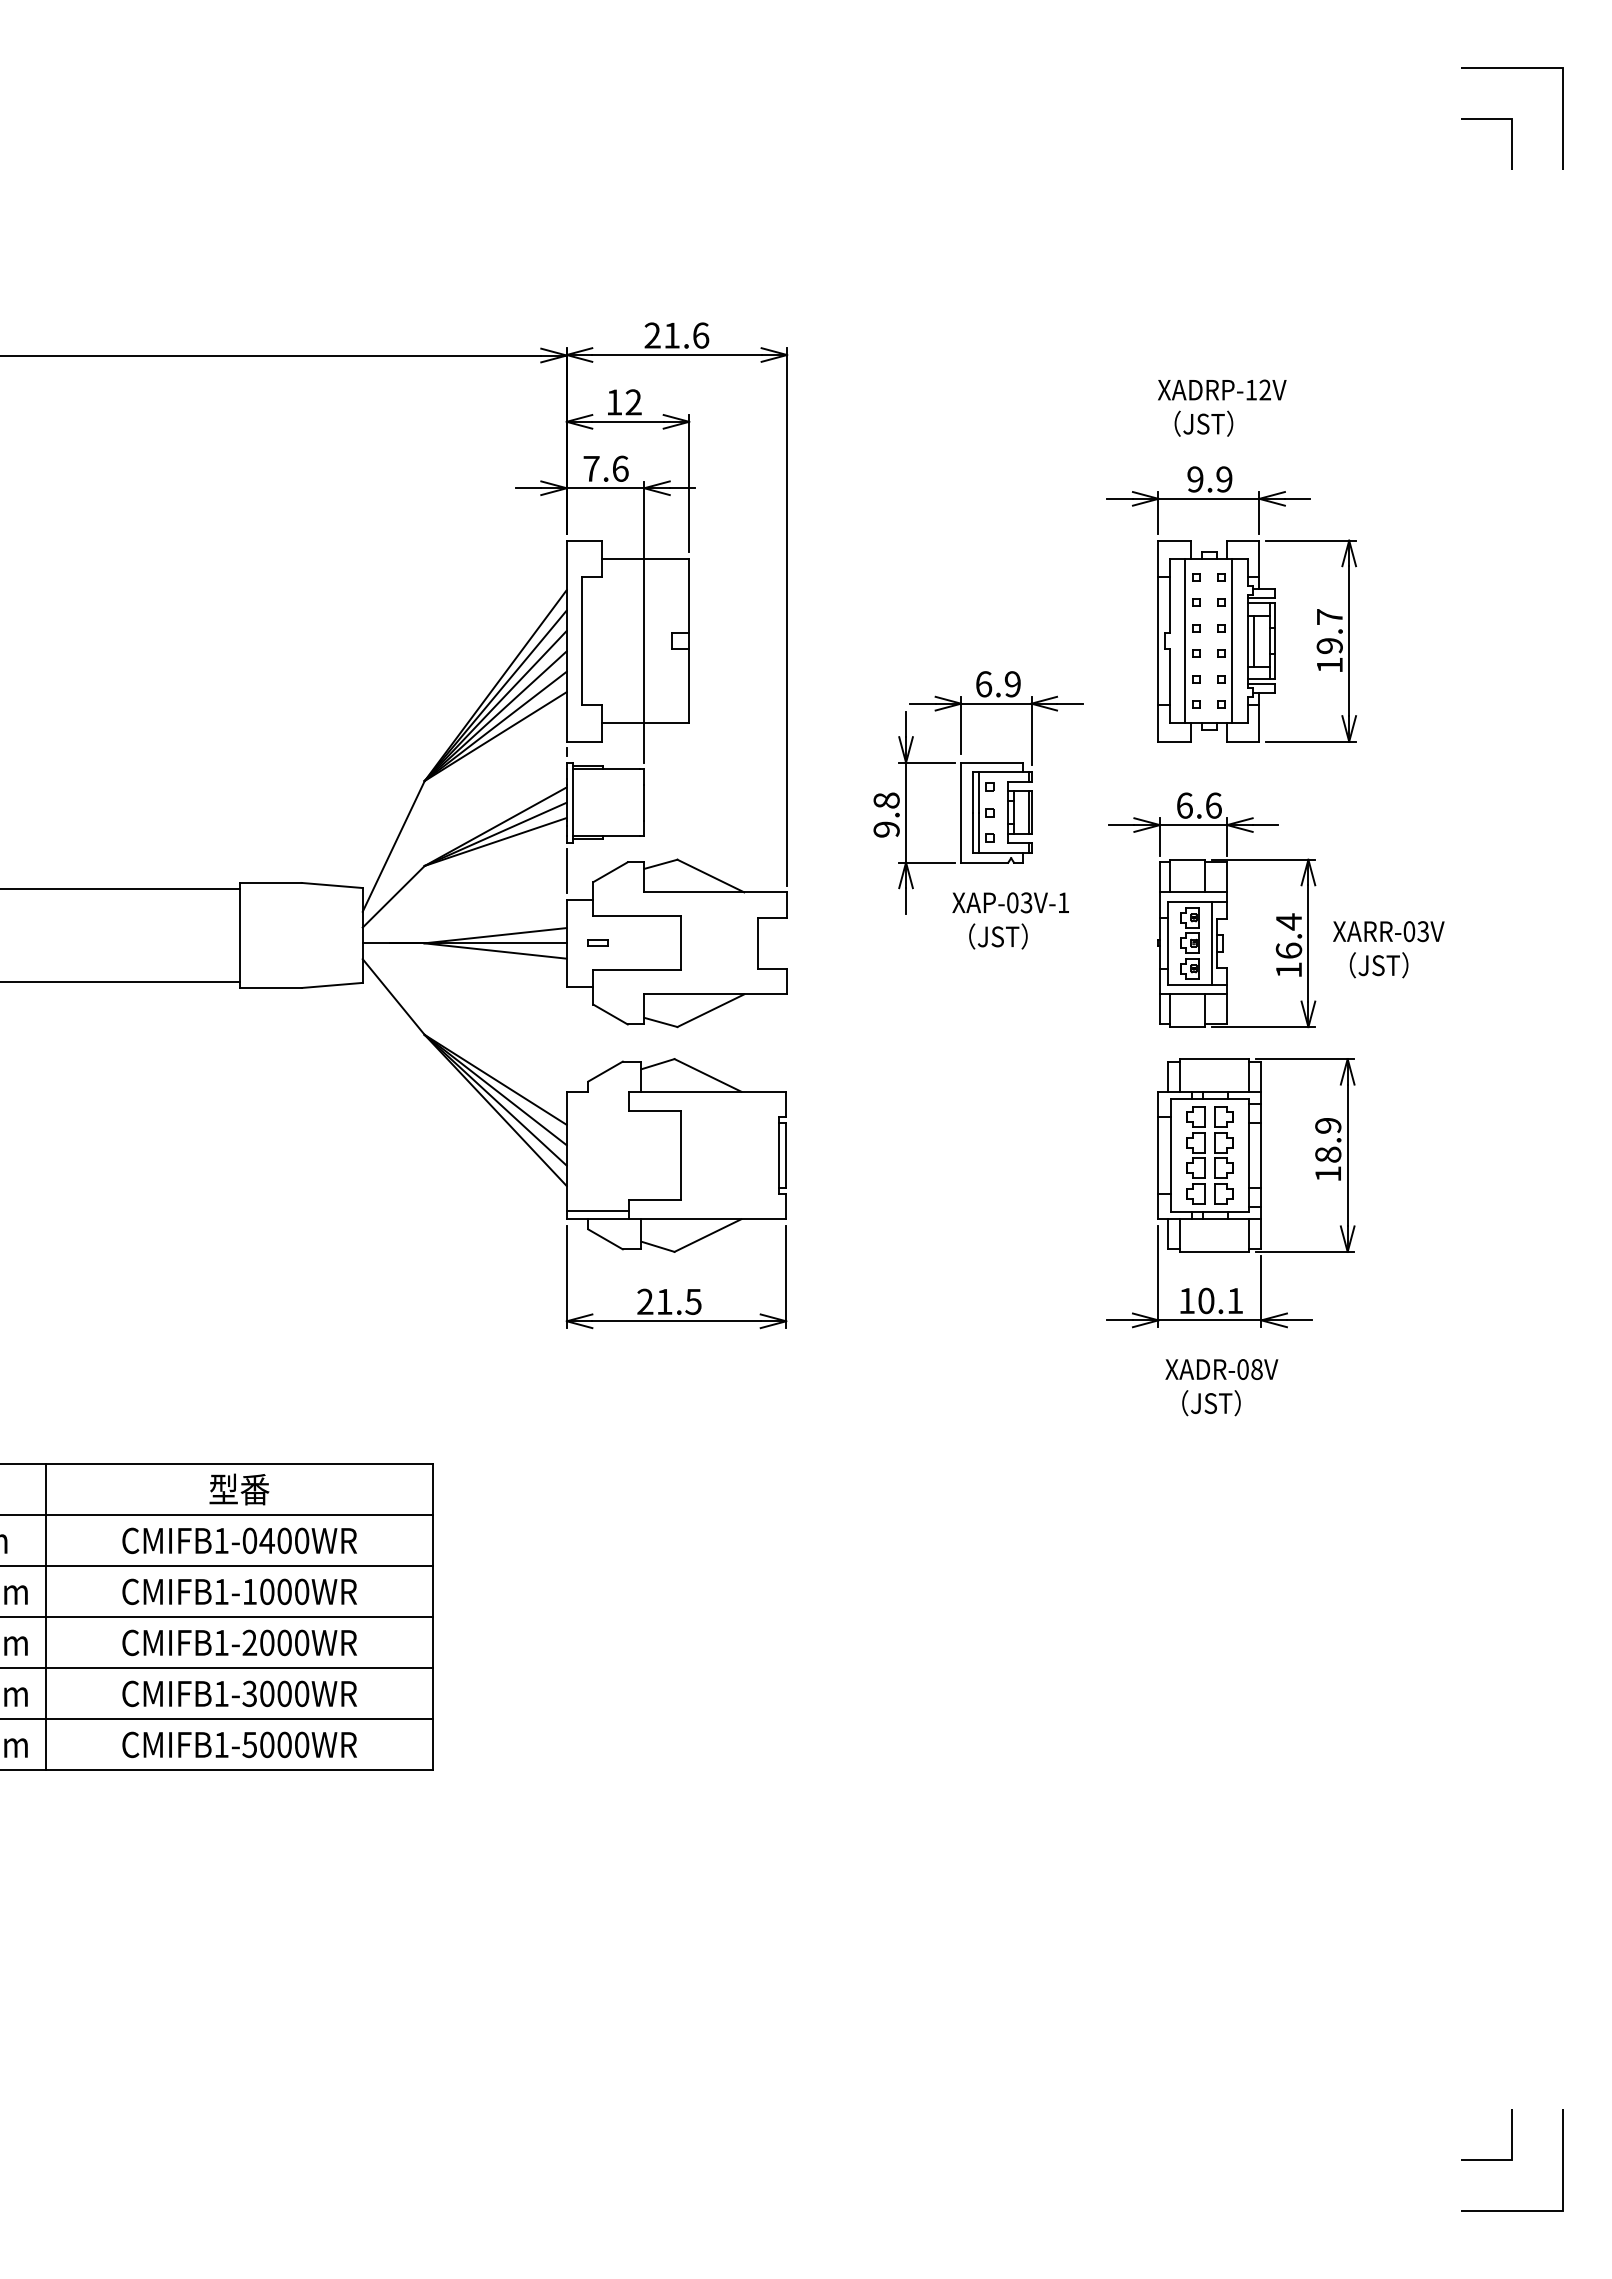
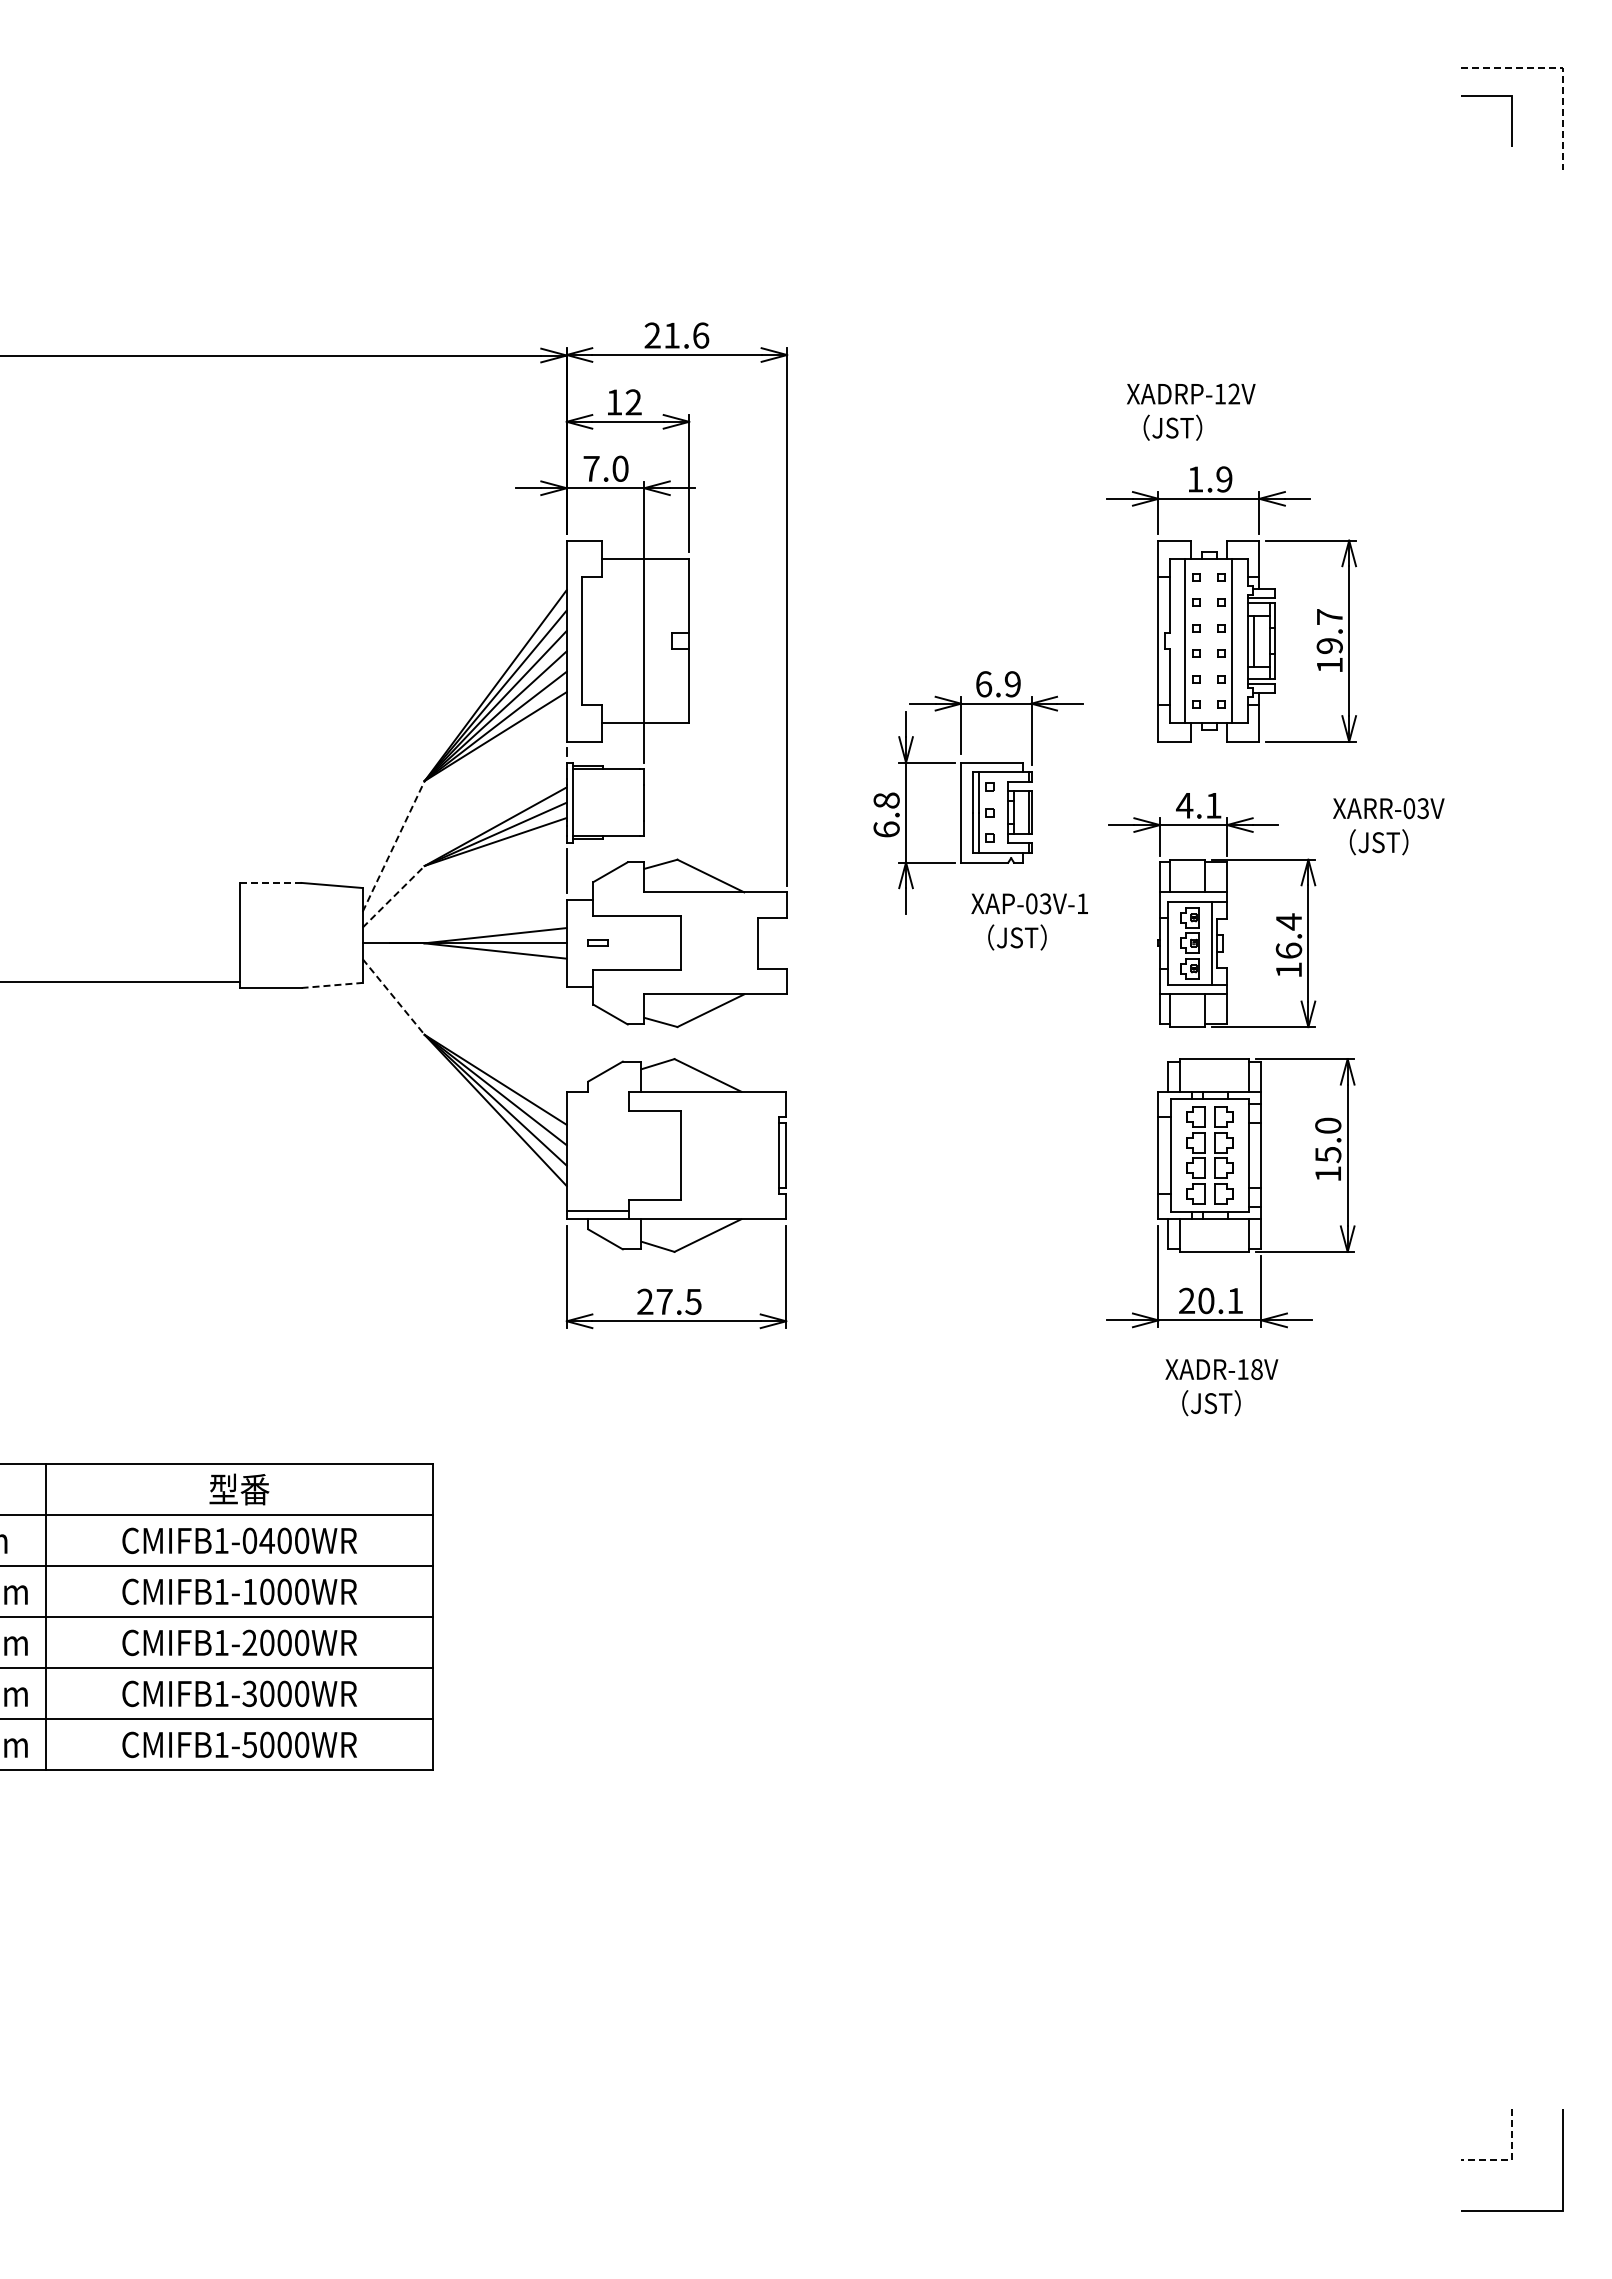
line at (1563, 68): solid -> dashed
line at (1486, 119) position: (1486, 119) -> (1486, 96)
text at (1222, 407) position: (1222, 407) -> (1191, 411)
text at (620, 468): 7.6 -> 7.0
text at (1195, 479): 9.9 -> 1.9
text at (1198, 805): 6.6 -> 4.1
text at (886, 829): 9.8 -> 6.8
line at (393, 845): solid -> dashed
line at (270, 882): solid -> dashed
line at (121, 888): present -> none
line at (393, 896): solid -> dashed
text at (1010, 920) position: (1010, 920) -> (1029, 921)
text at (1388, 949) position: (1388, 949) -> (1388, 826)
line at (332, 985): solid -> dashed
line at (393, 997): solid -> dashed
text at (1328, 1140): 18.9 -> 15.0
text at (1186, 1300): 10.1 -> 20.1
text at (664, 1301): 21.5 -> 27.5
text at (1242, 1369): XADR-08V -> XADR-18V
line at (1512, 2159): solid -> dashed
